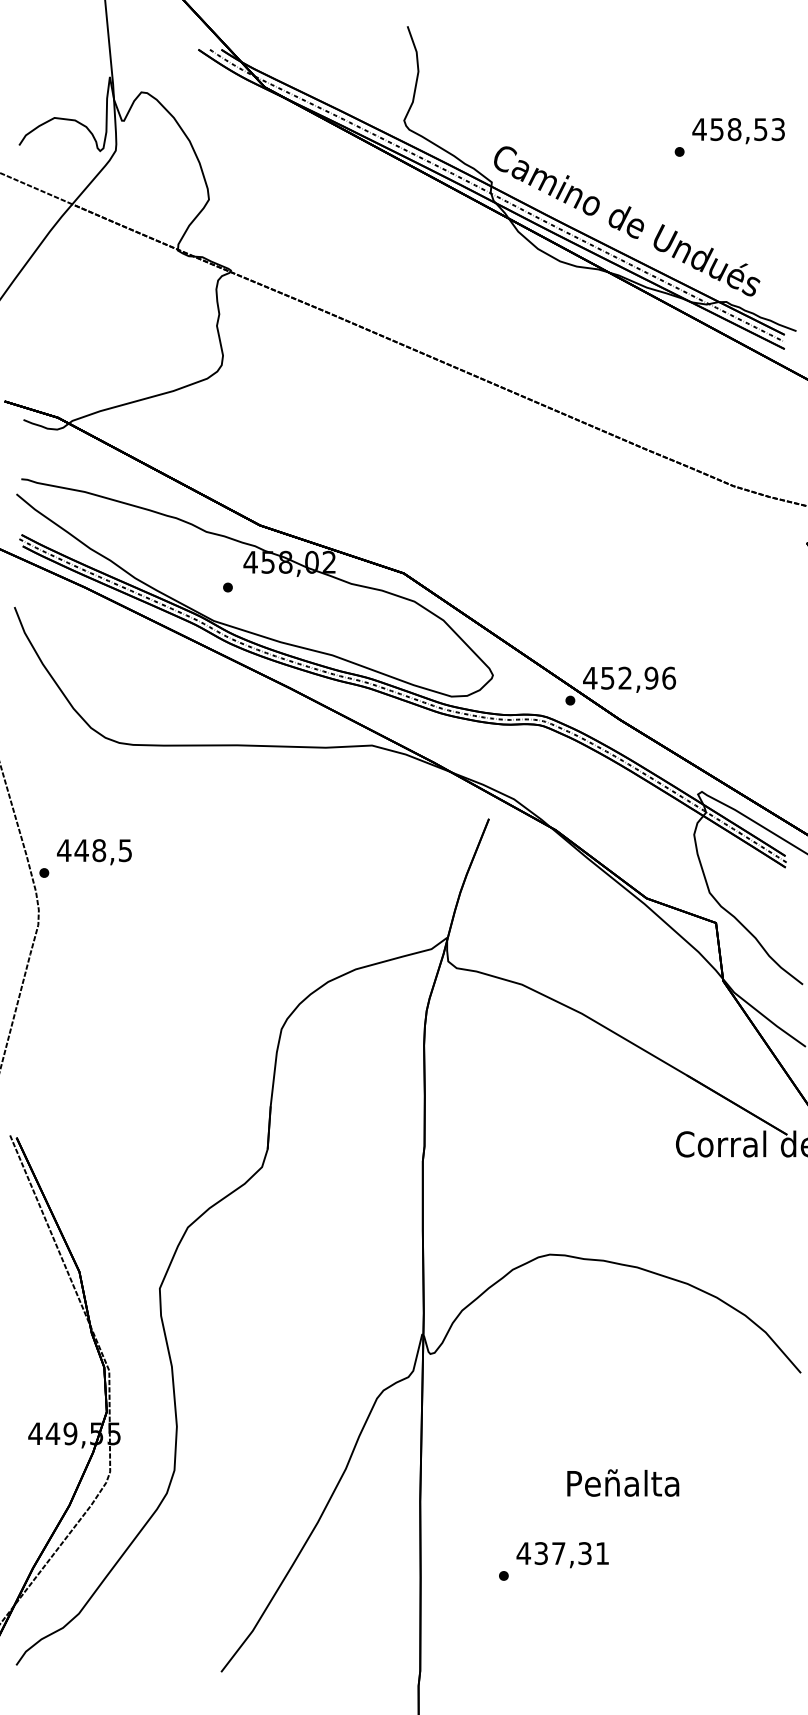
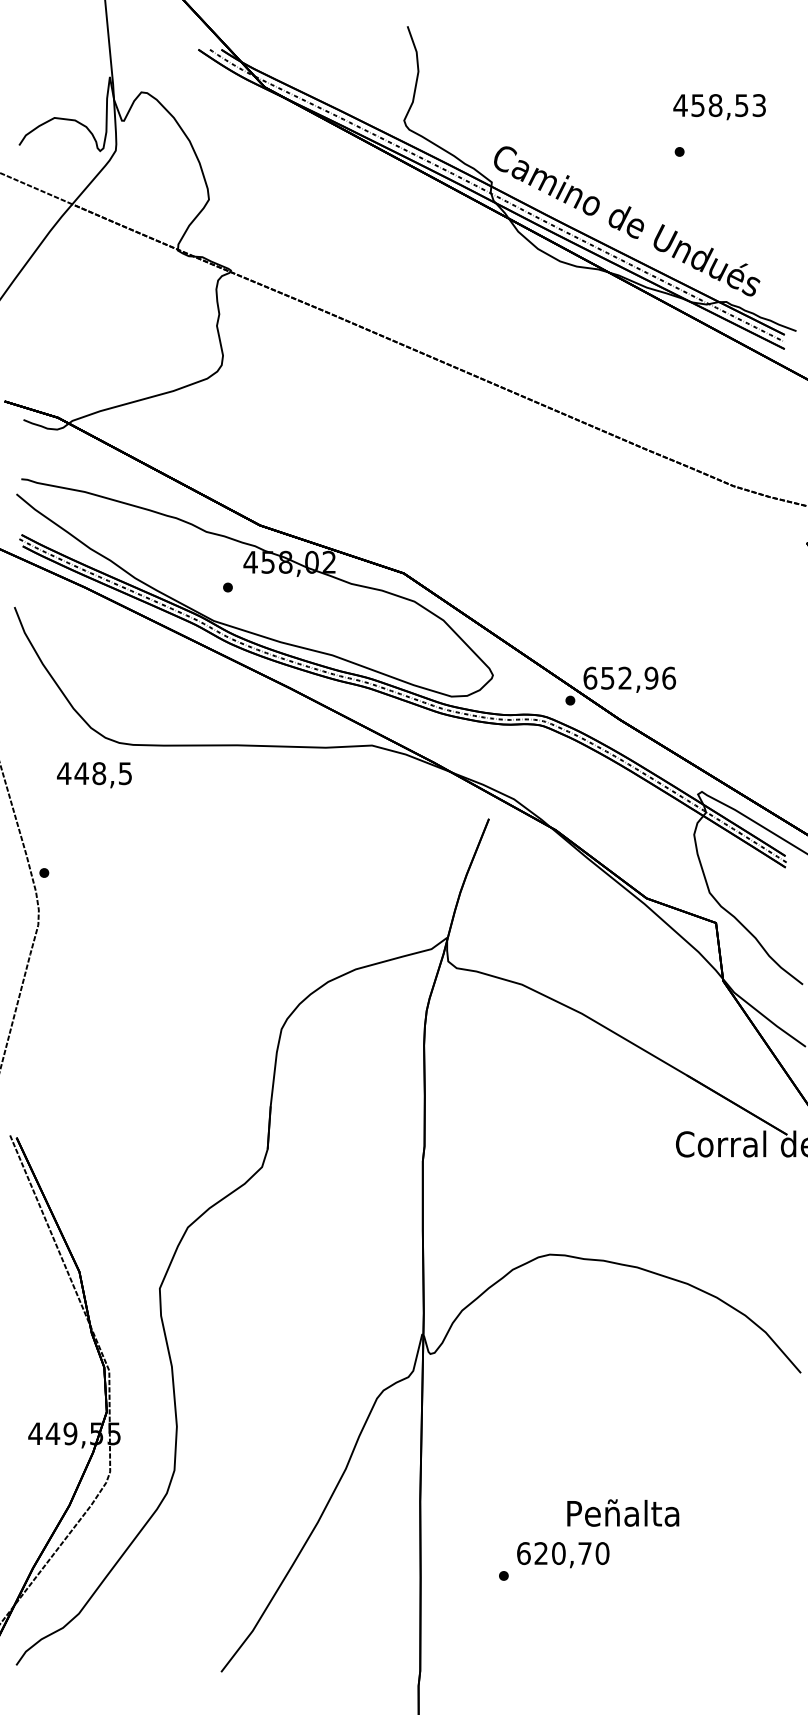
text at (738, 131) position: (738, 131) -> (719, 107)
text at (590, 677): 452,96 -> 652,96
text at (94, 852) position: (94, 852) -> (94, 775)
text at (623, 1482) position: (623, 1482) -> (623, 1512)
text at (562, 1553): 437,31 -> 620,70
